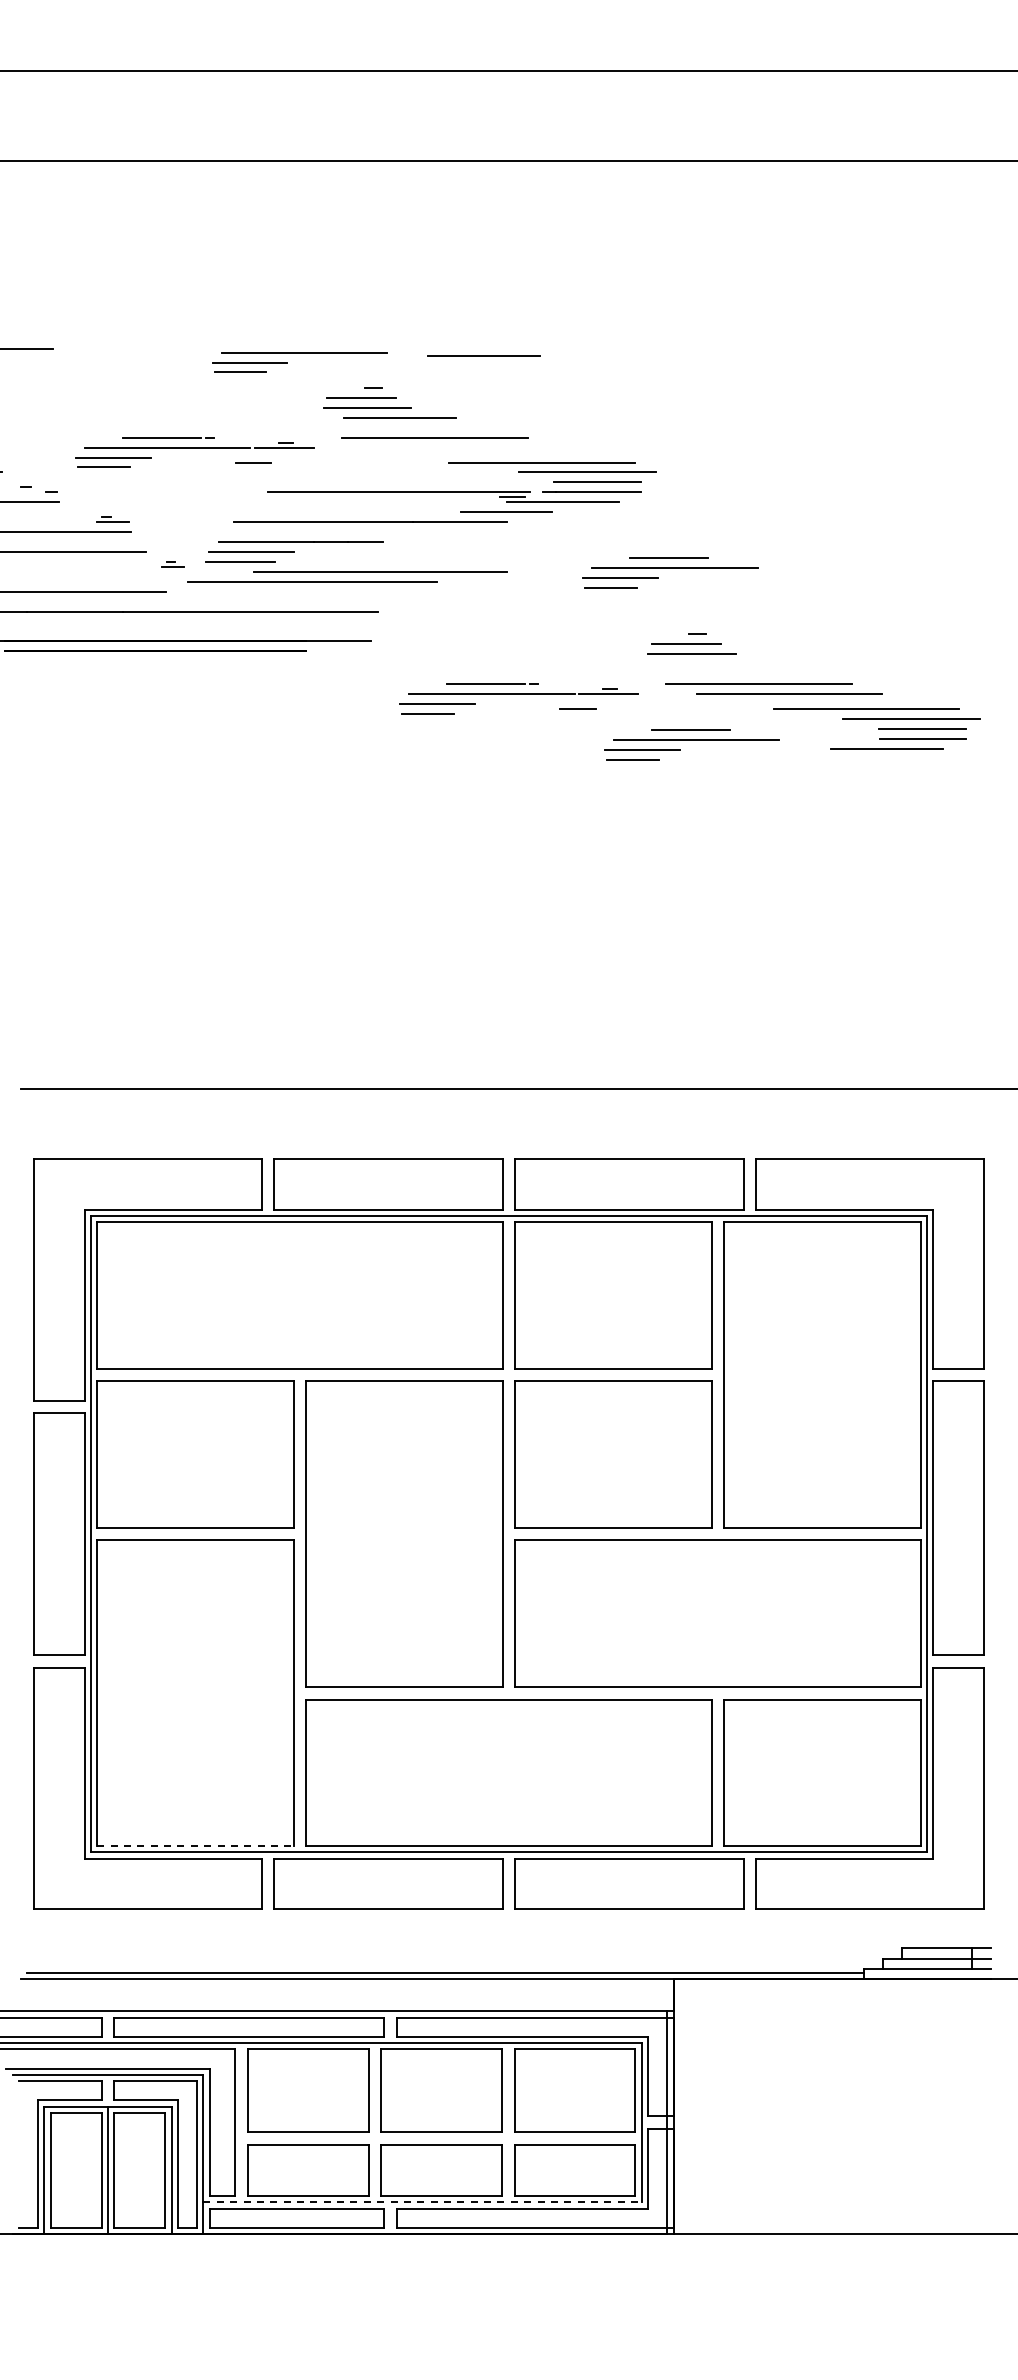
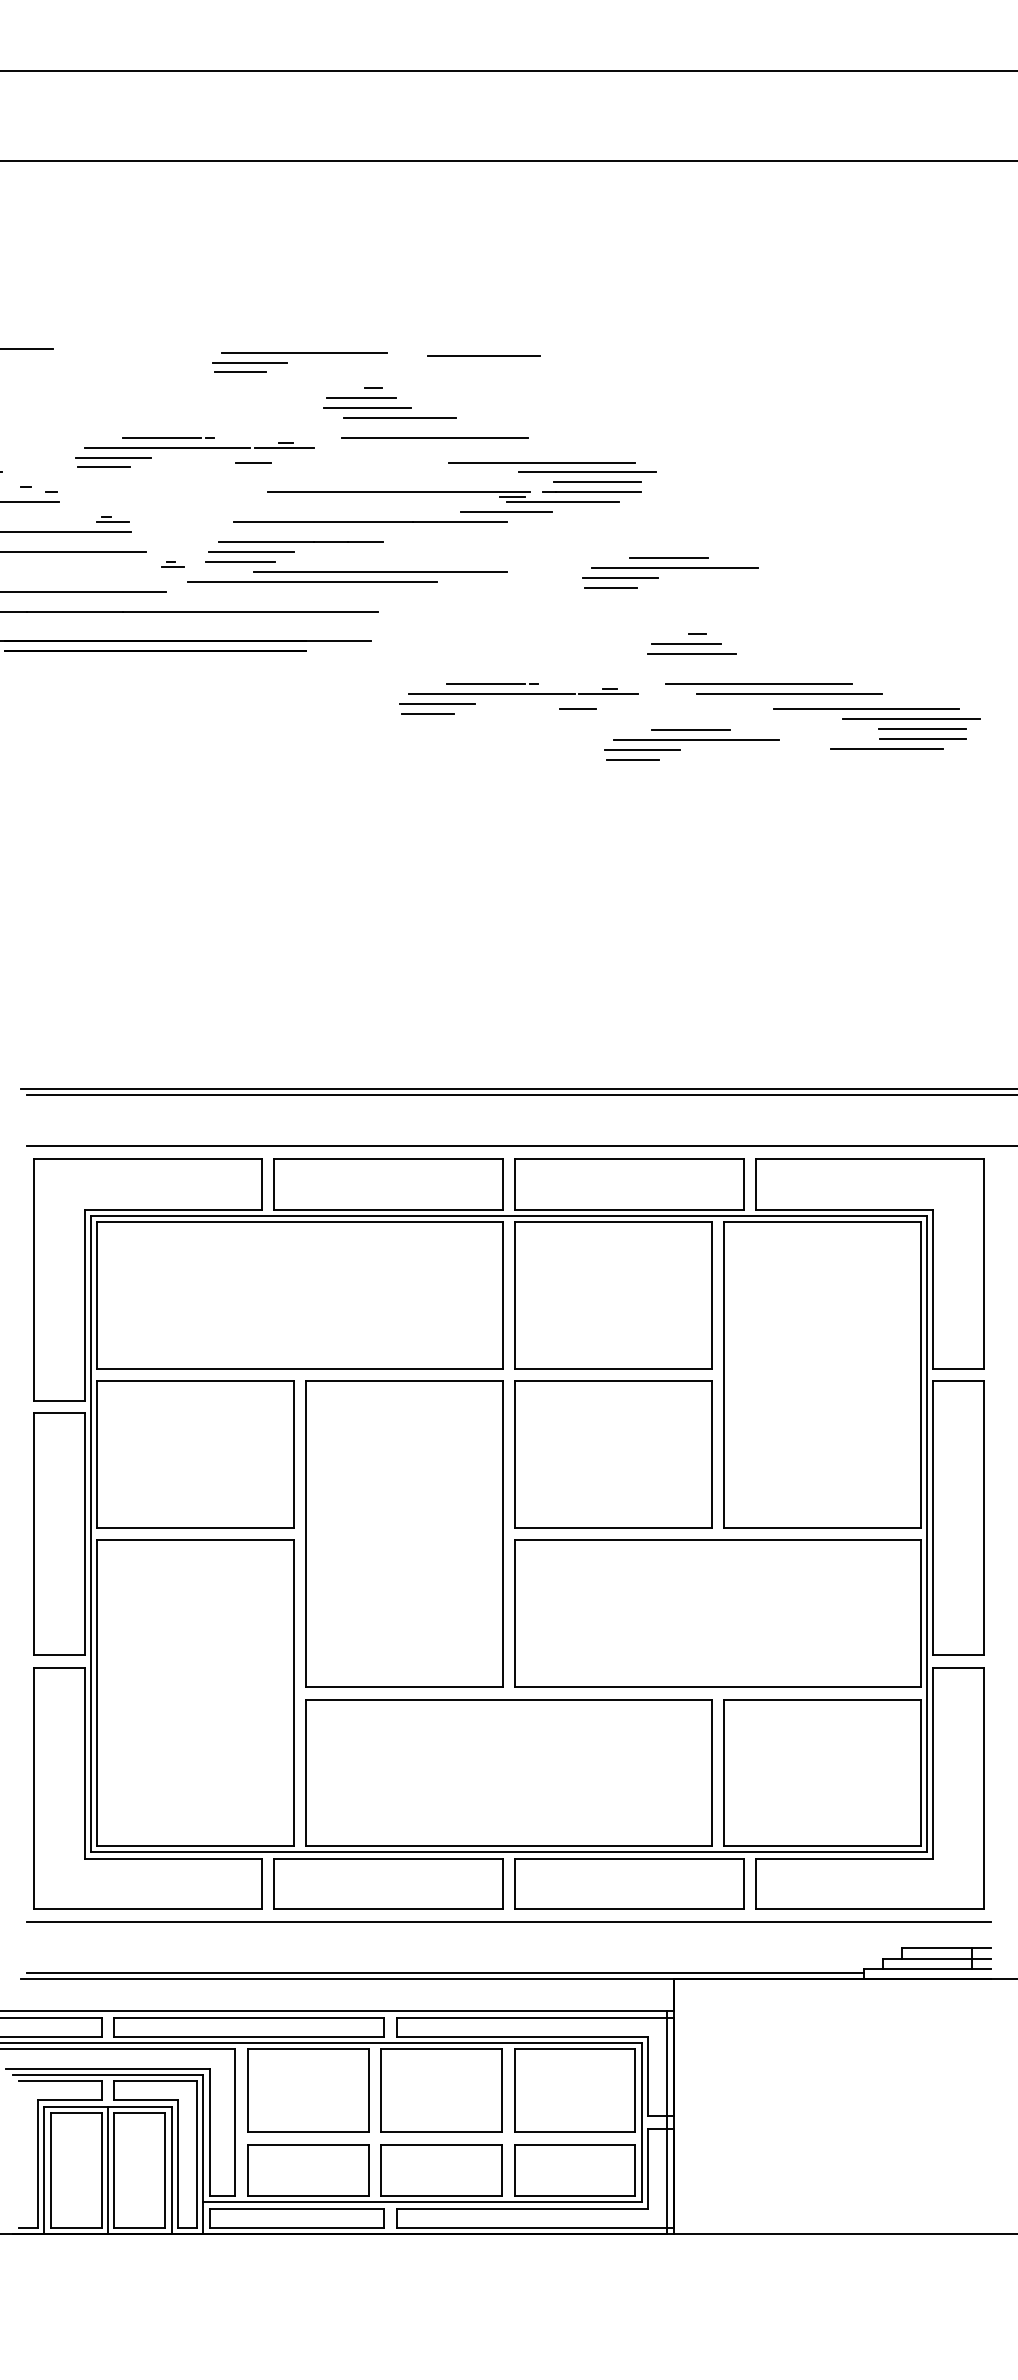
line at (520, 1095): none -> present
line at (520, 1146): none -> present
line at (195, 1845): dashed -> solid
line at (508, 1922): none -> present
line at (423, 2202): dashed -> solid
